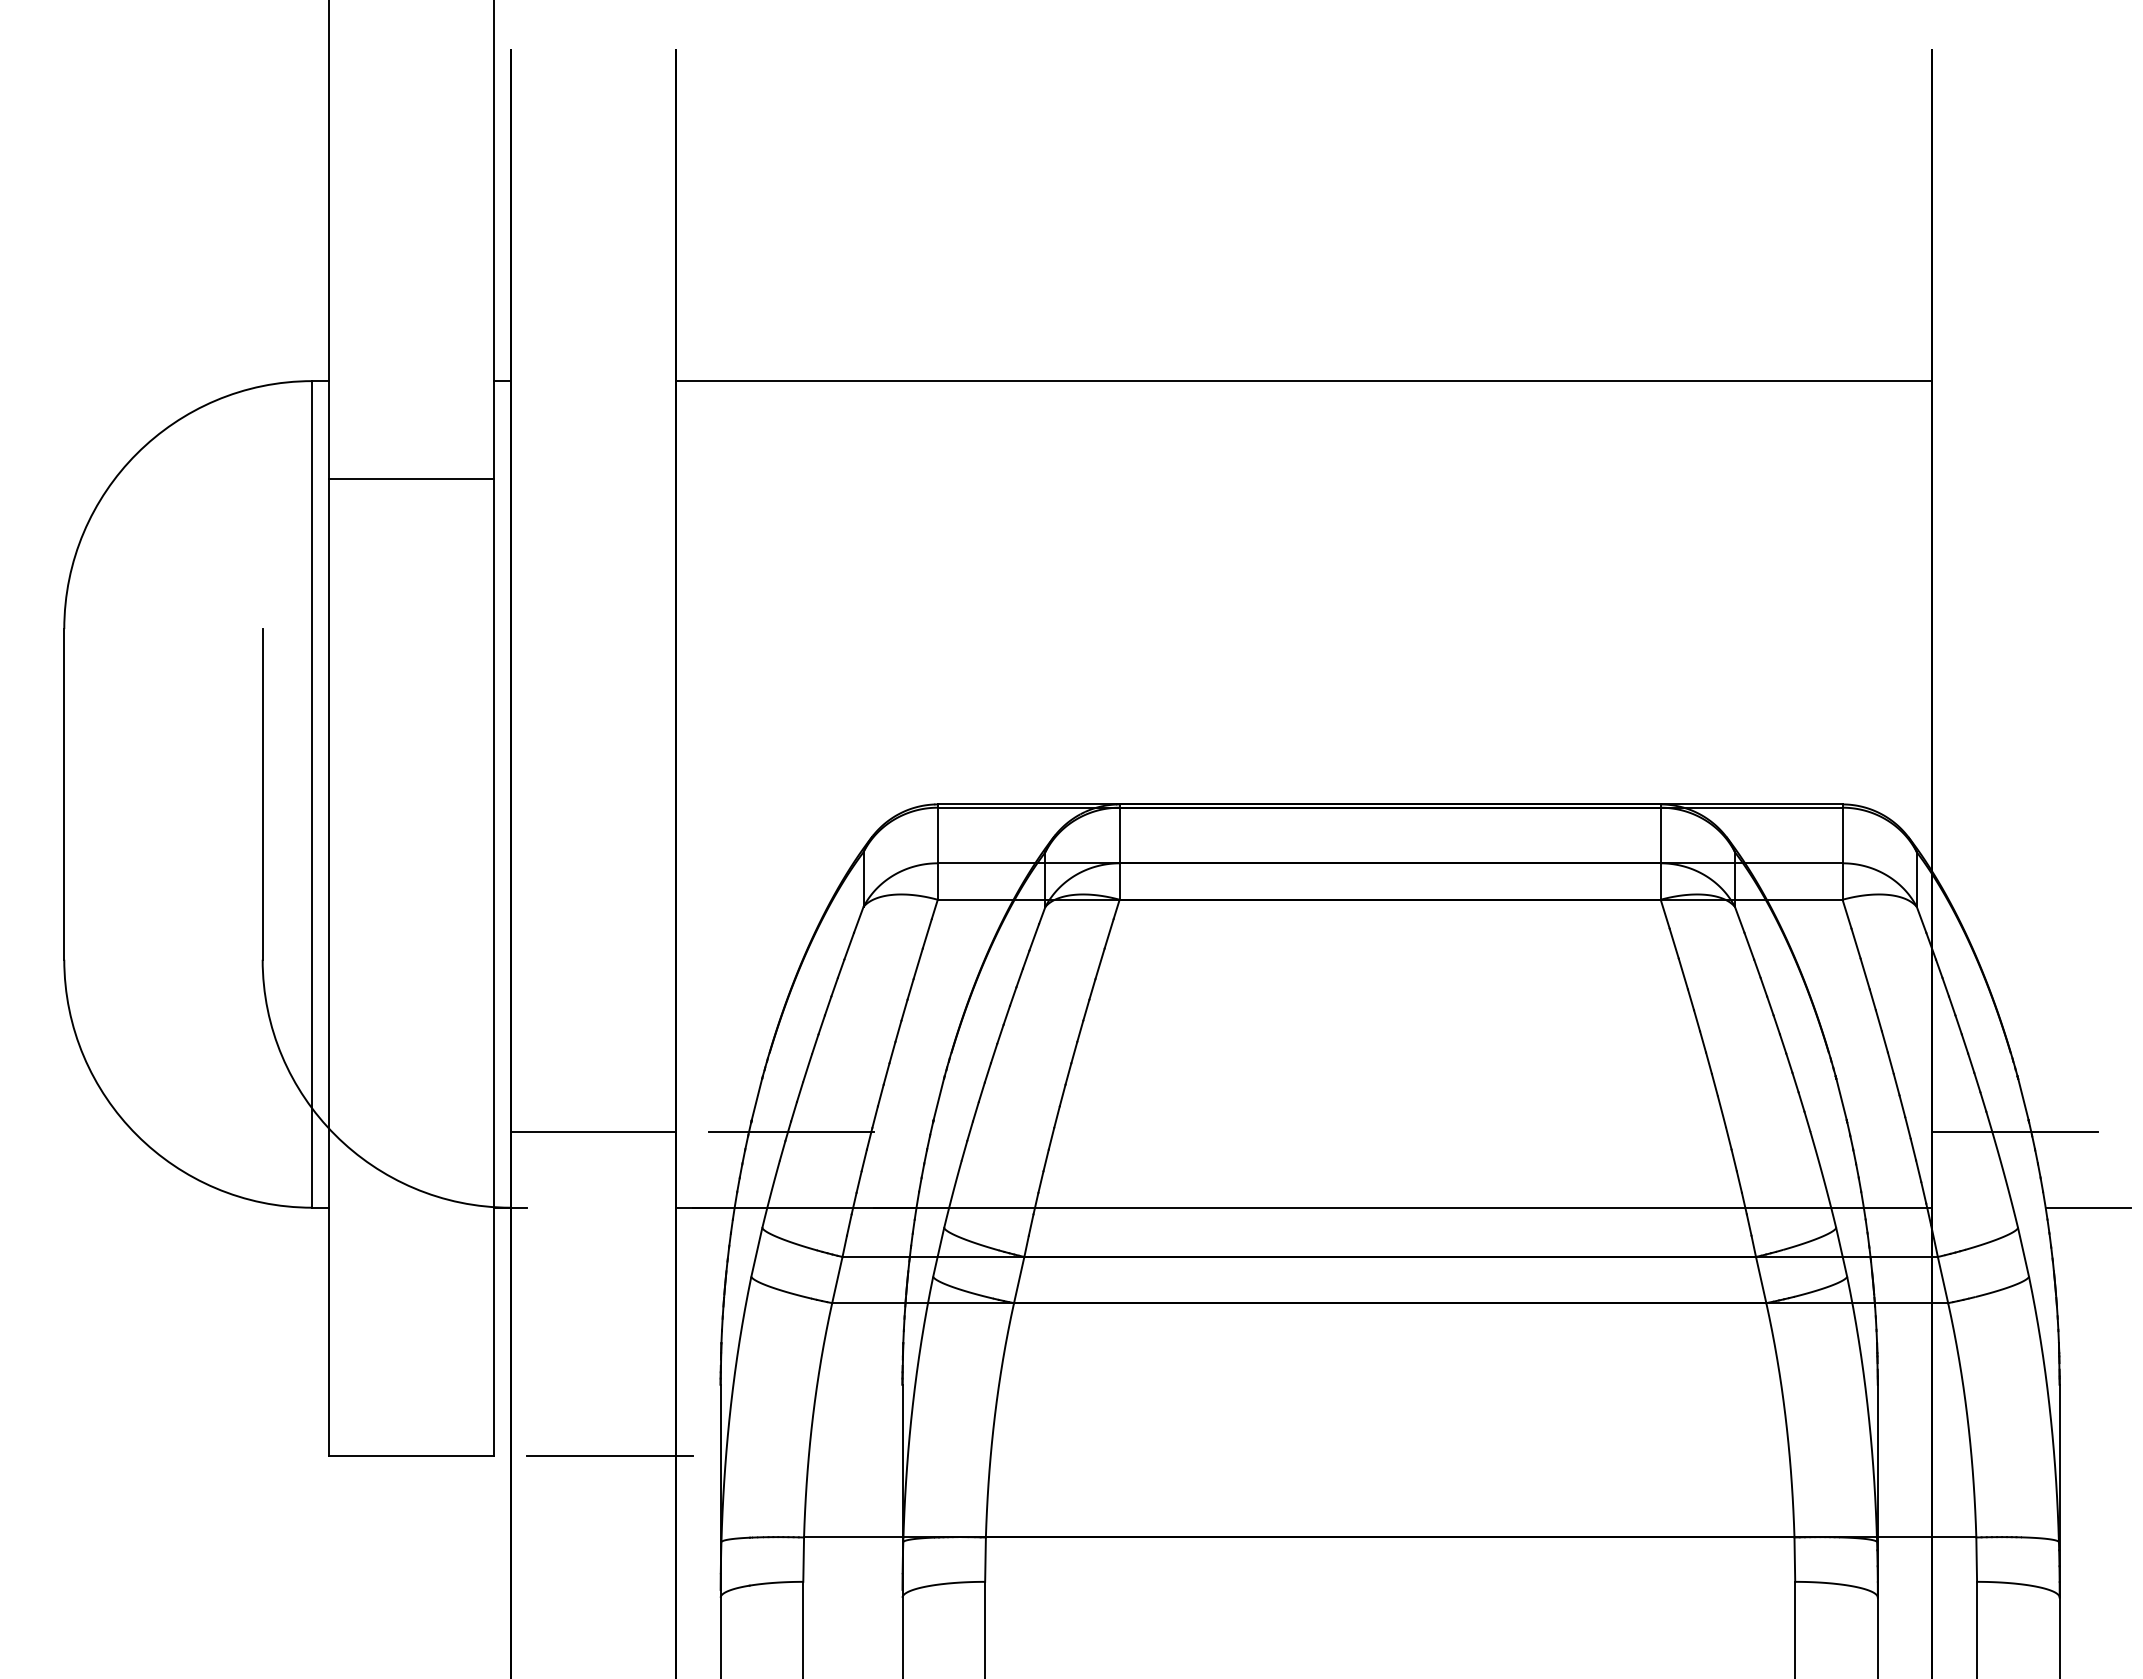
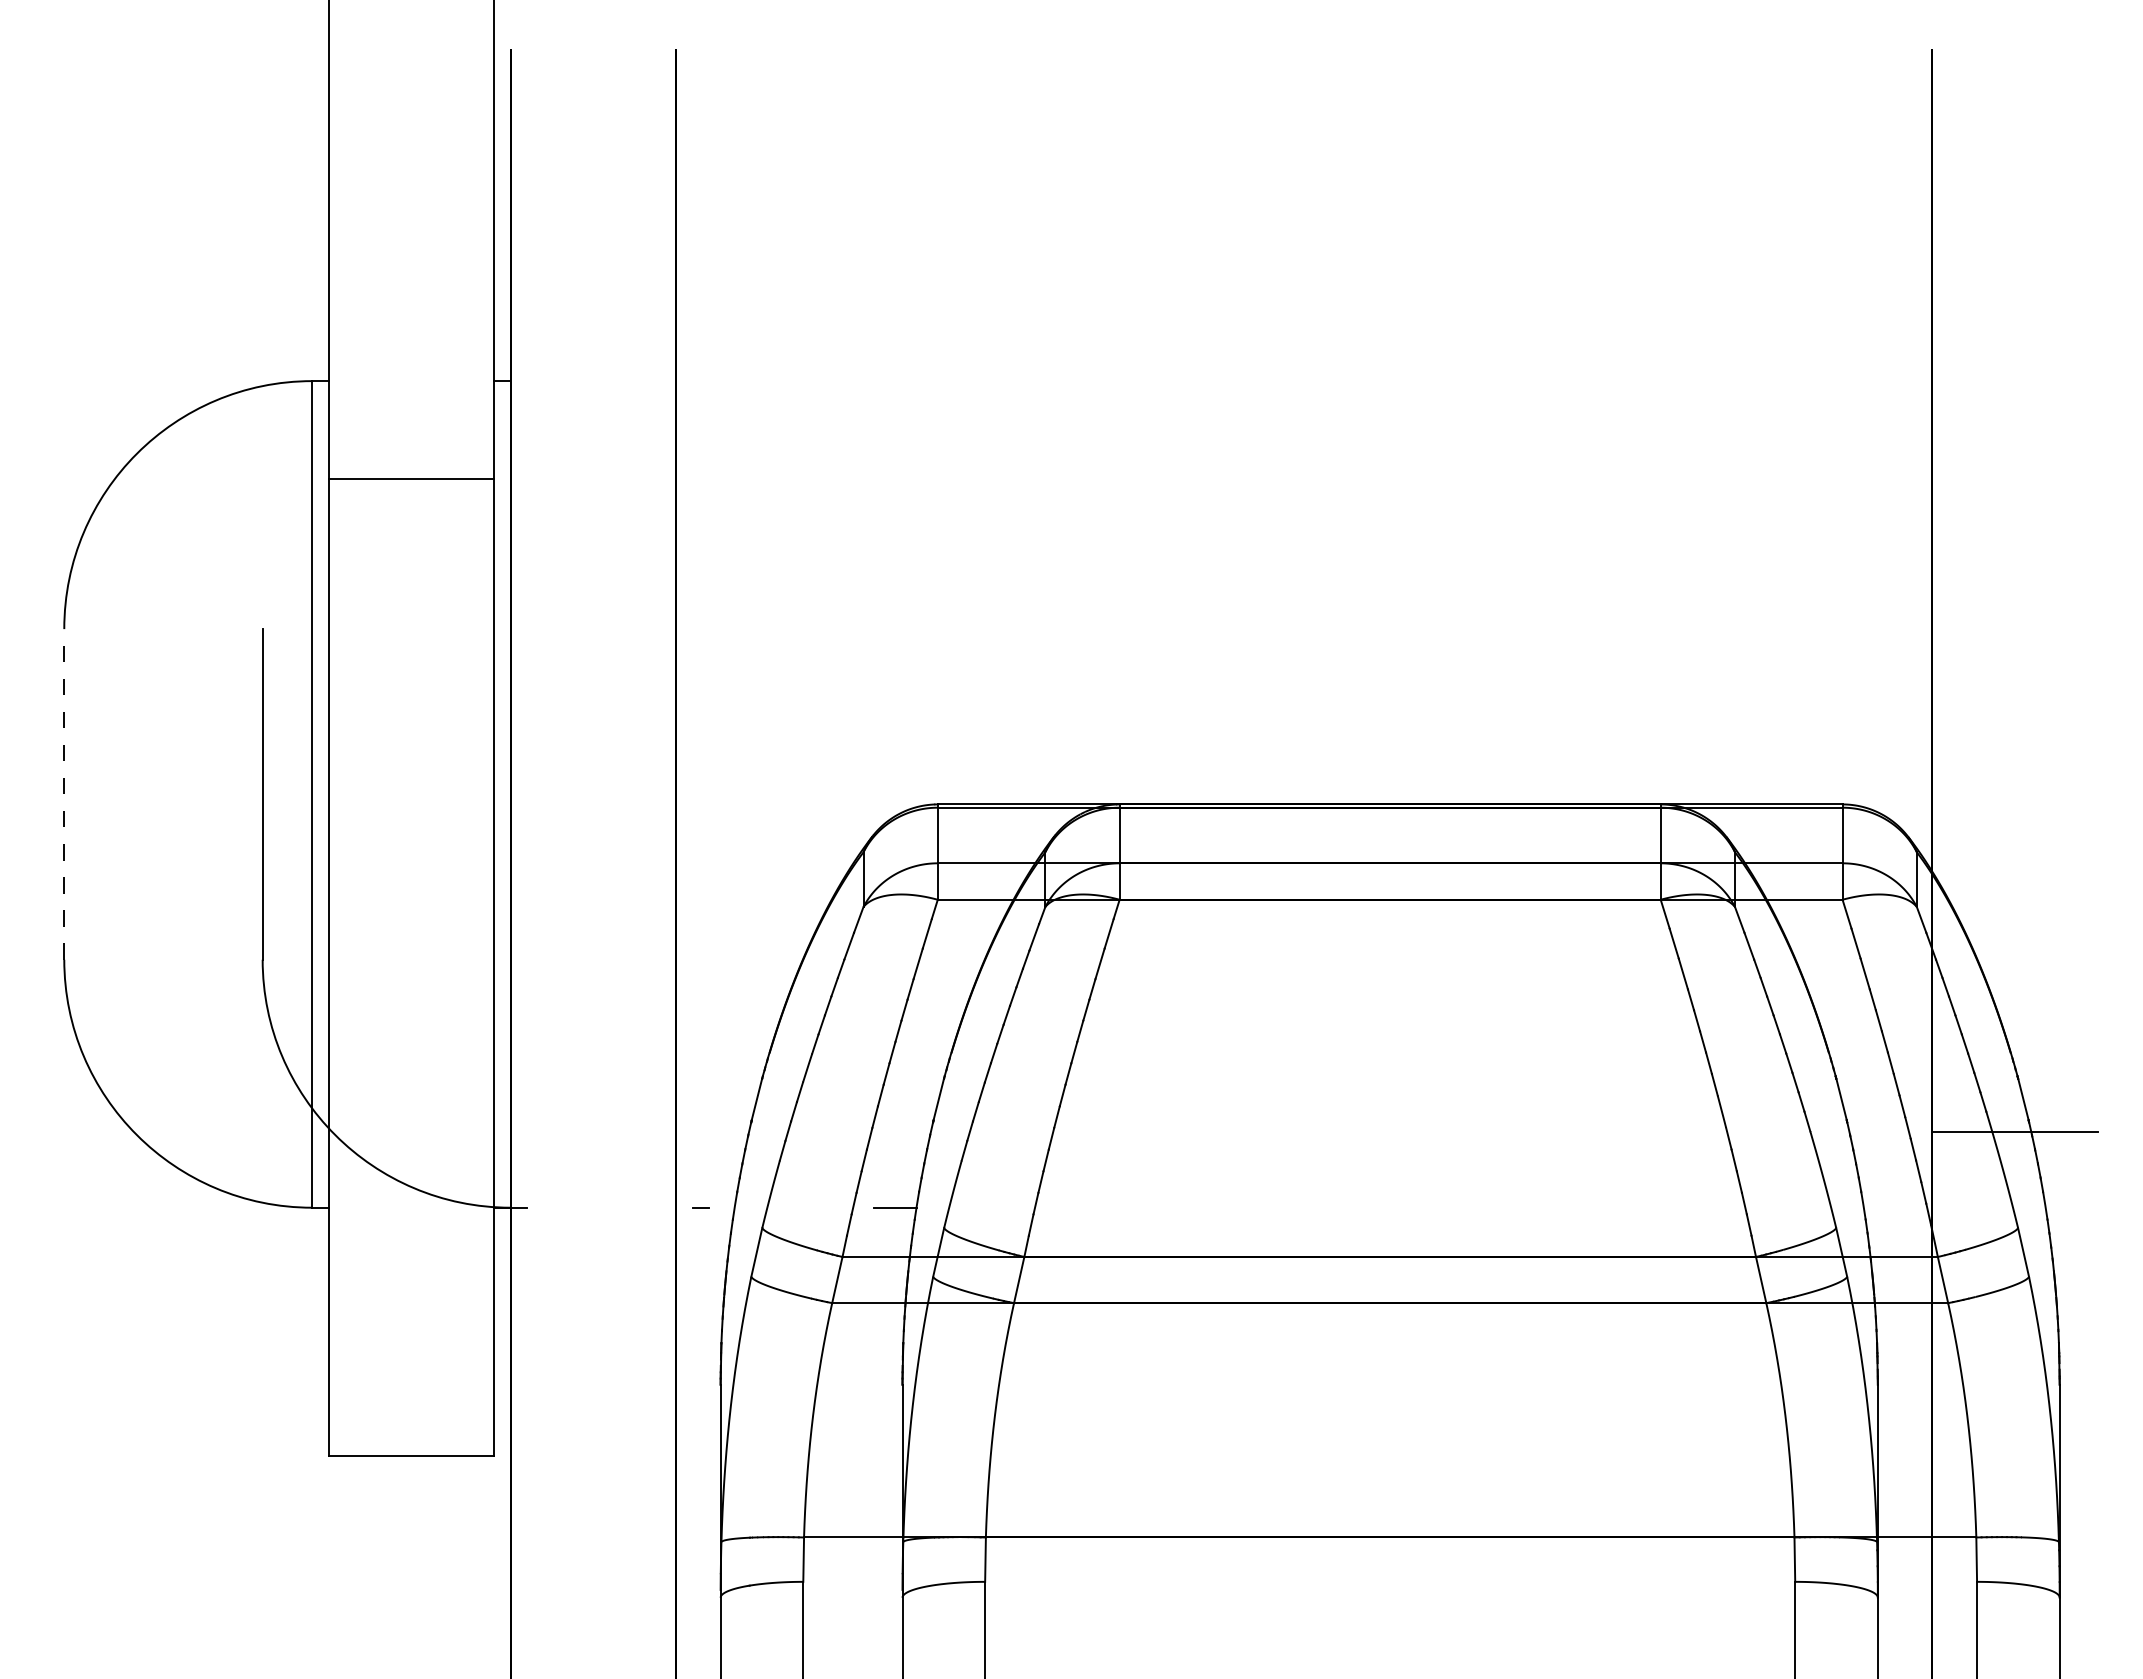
line at (1303, 381): present -> none
line at (64, 793): solid -> dashed
line at (592, 1131): present -> none
line at (791, 1131): present -> none
line at (1303, 1207): present -> none
line at (2087, 1207): present -> none
line at (609, 1455): present -> none
